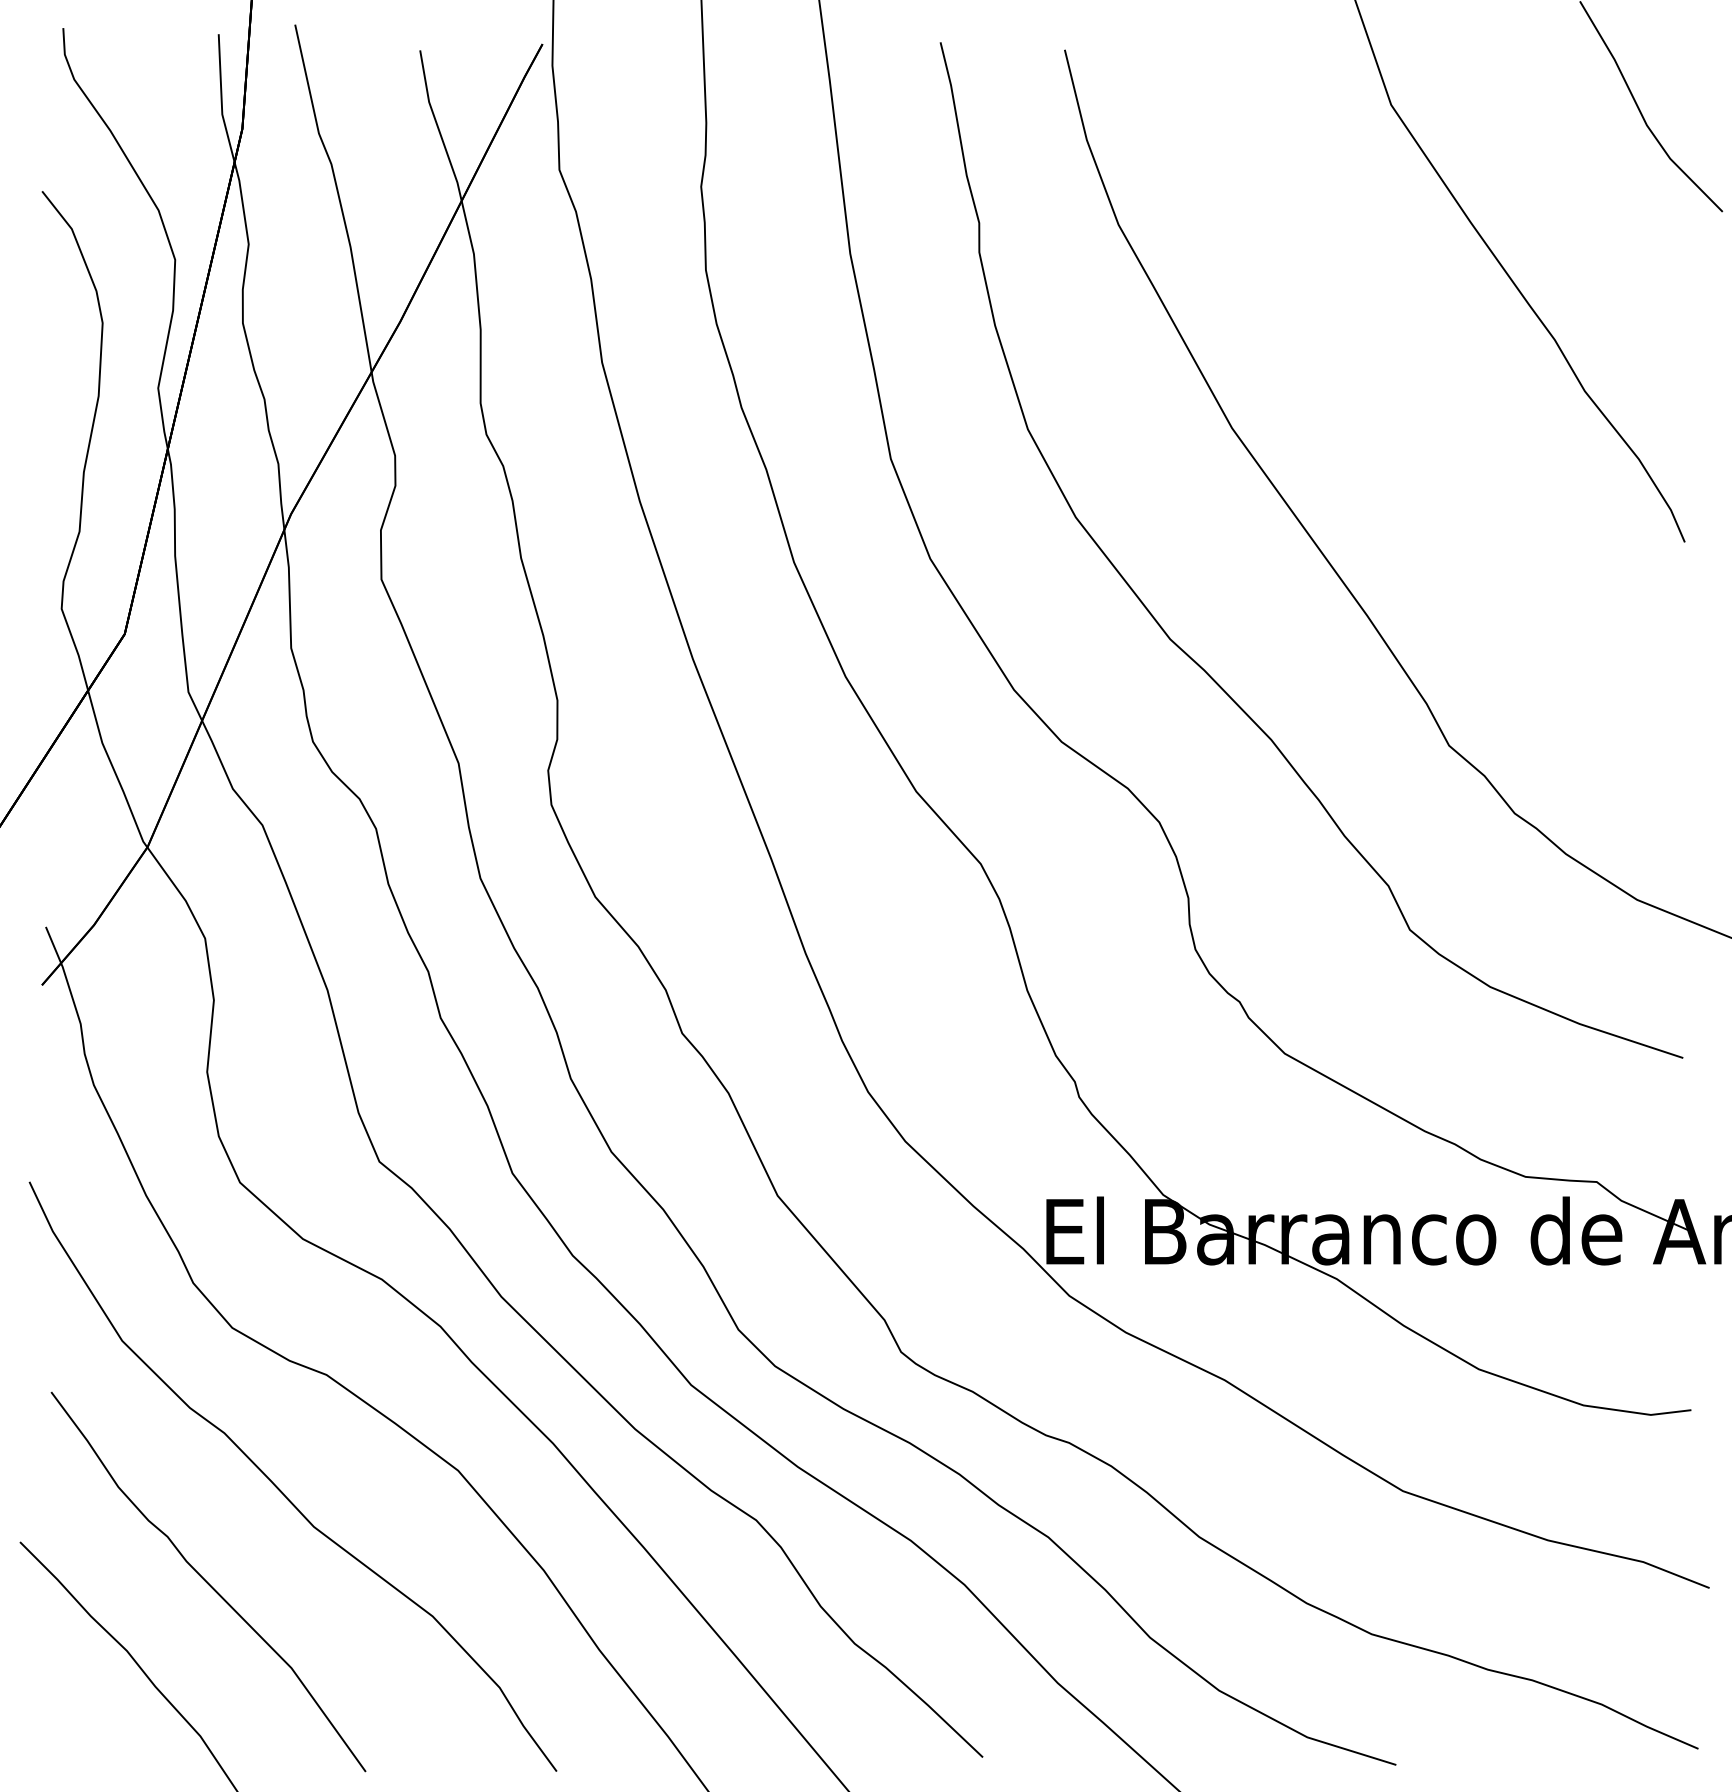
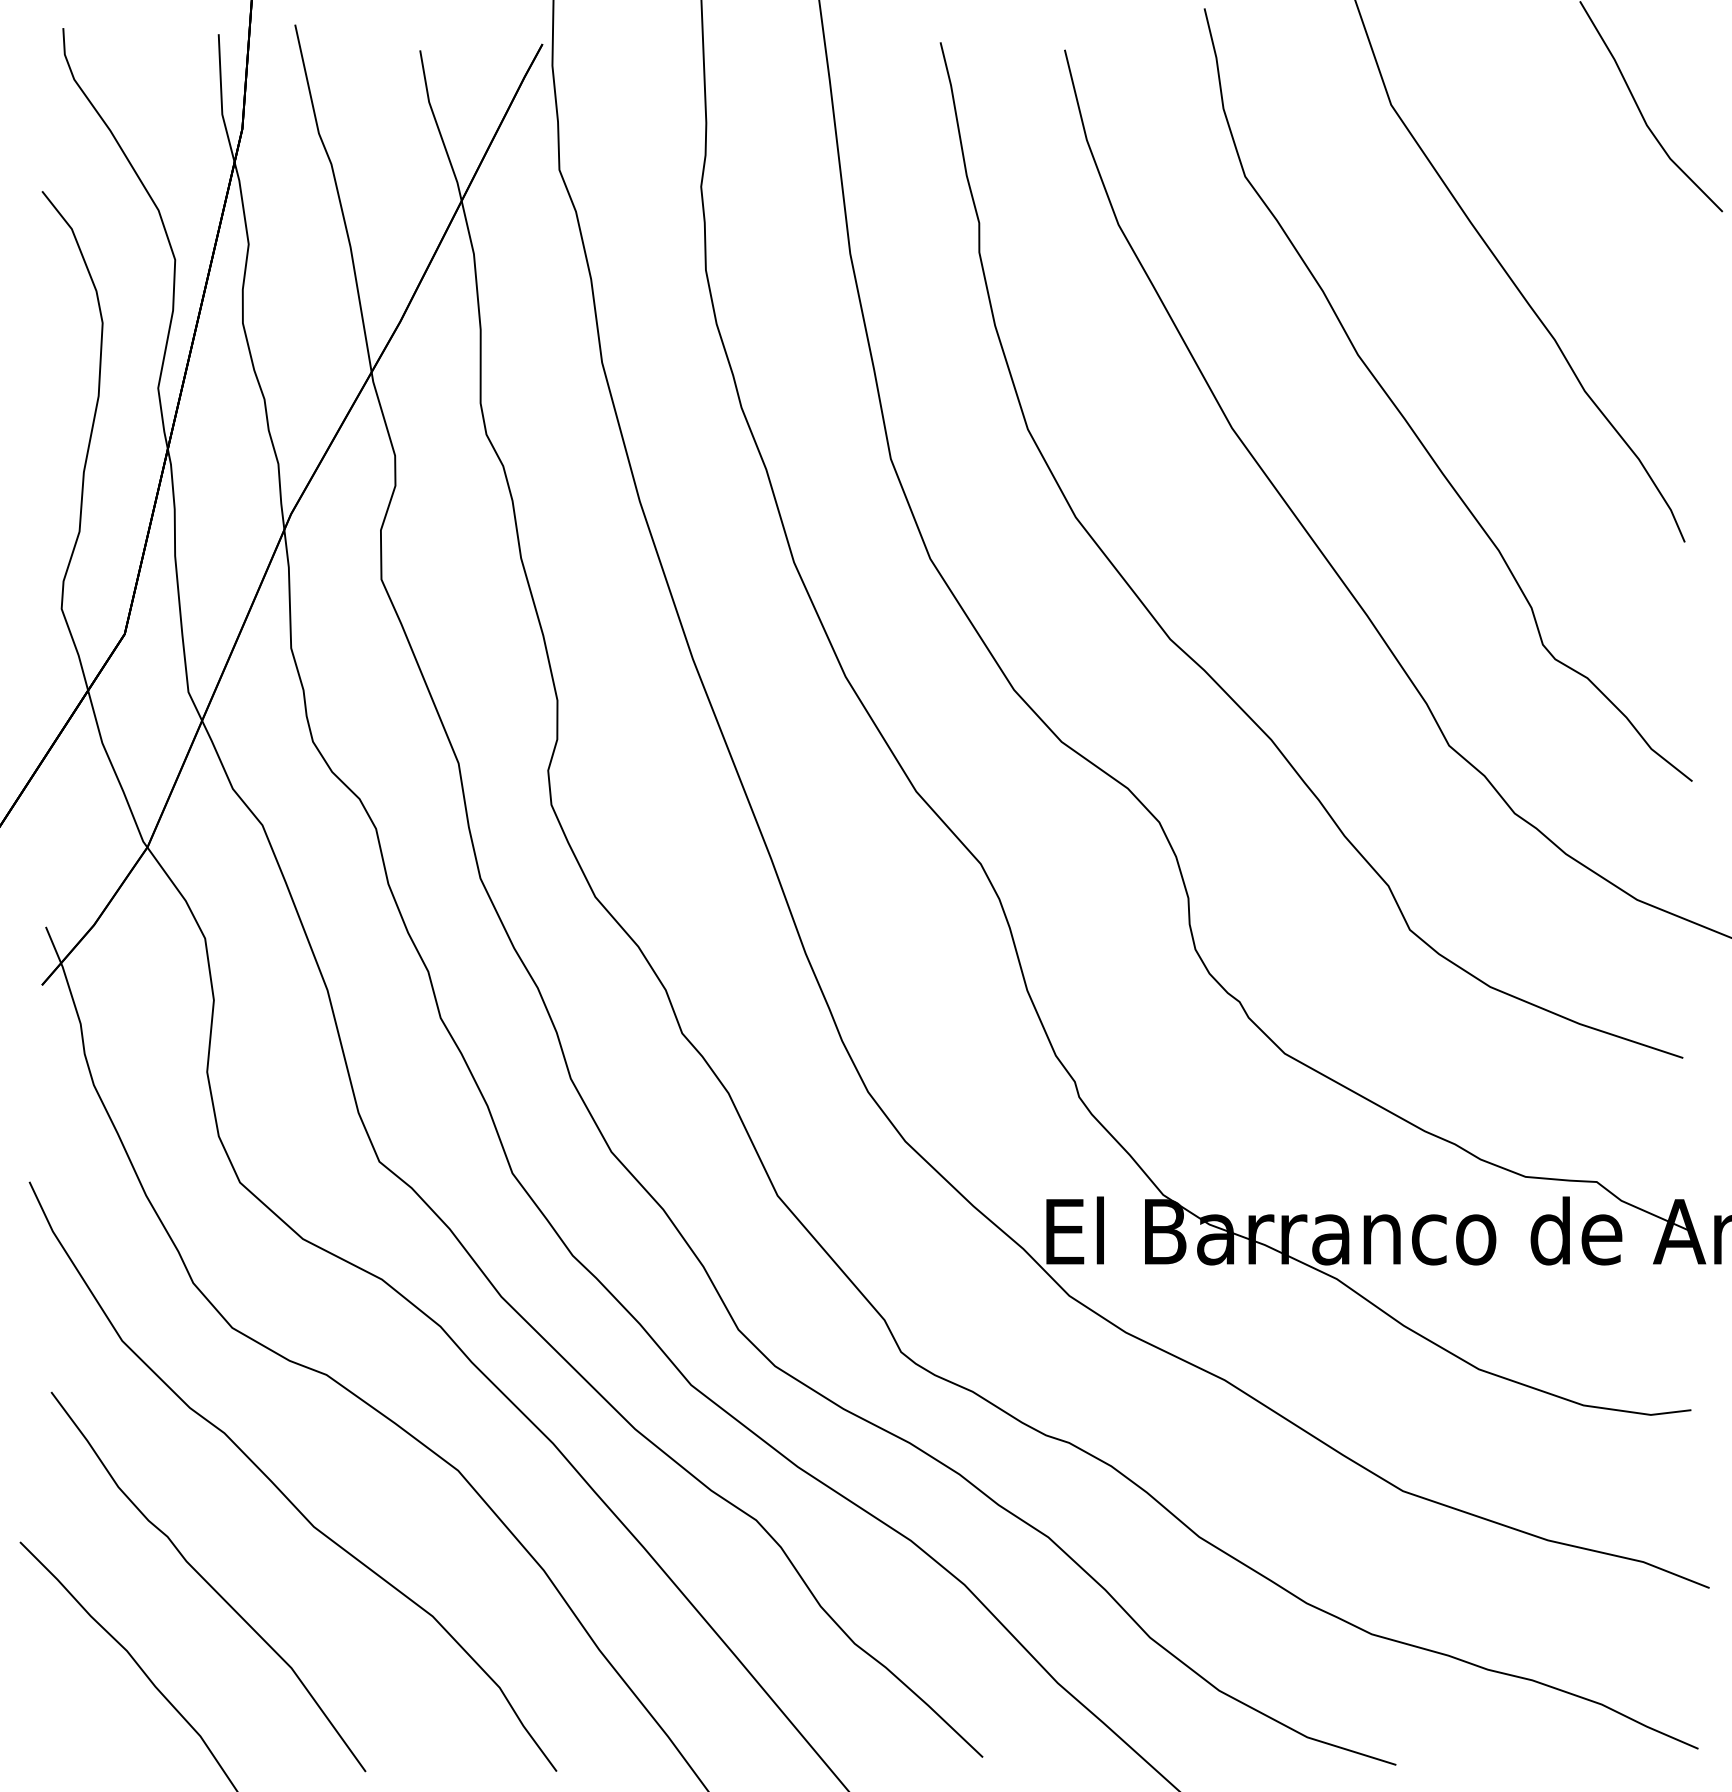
curve at (1408, 422): none -> present
